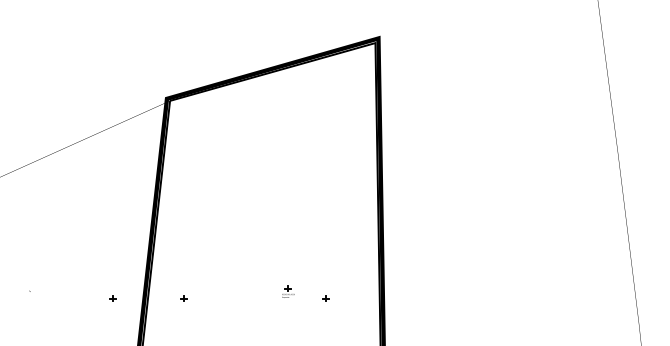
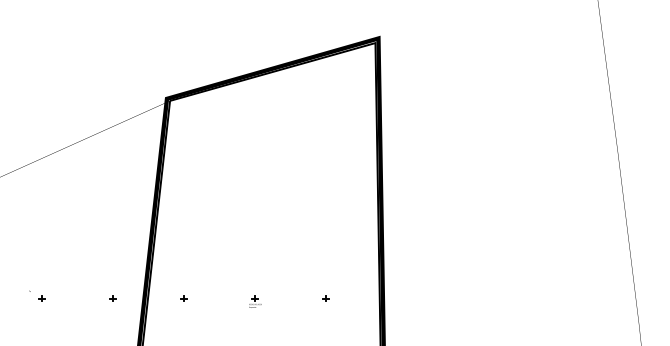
part at (288, 291) position: (288, 291) -> (255, 301)
part at (41, 298): none -> present
